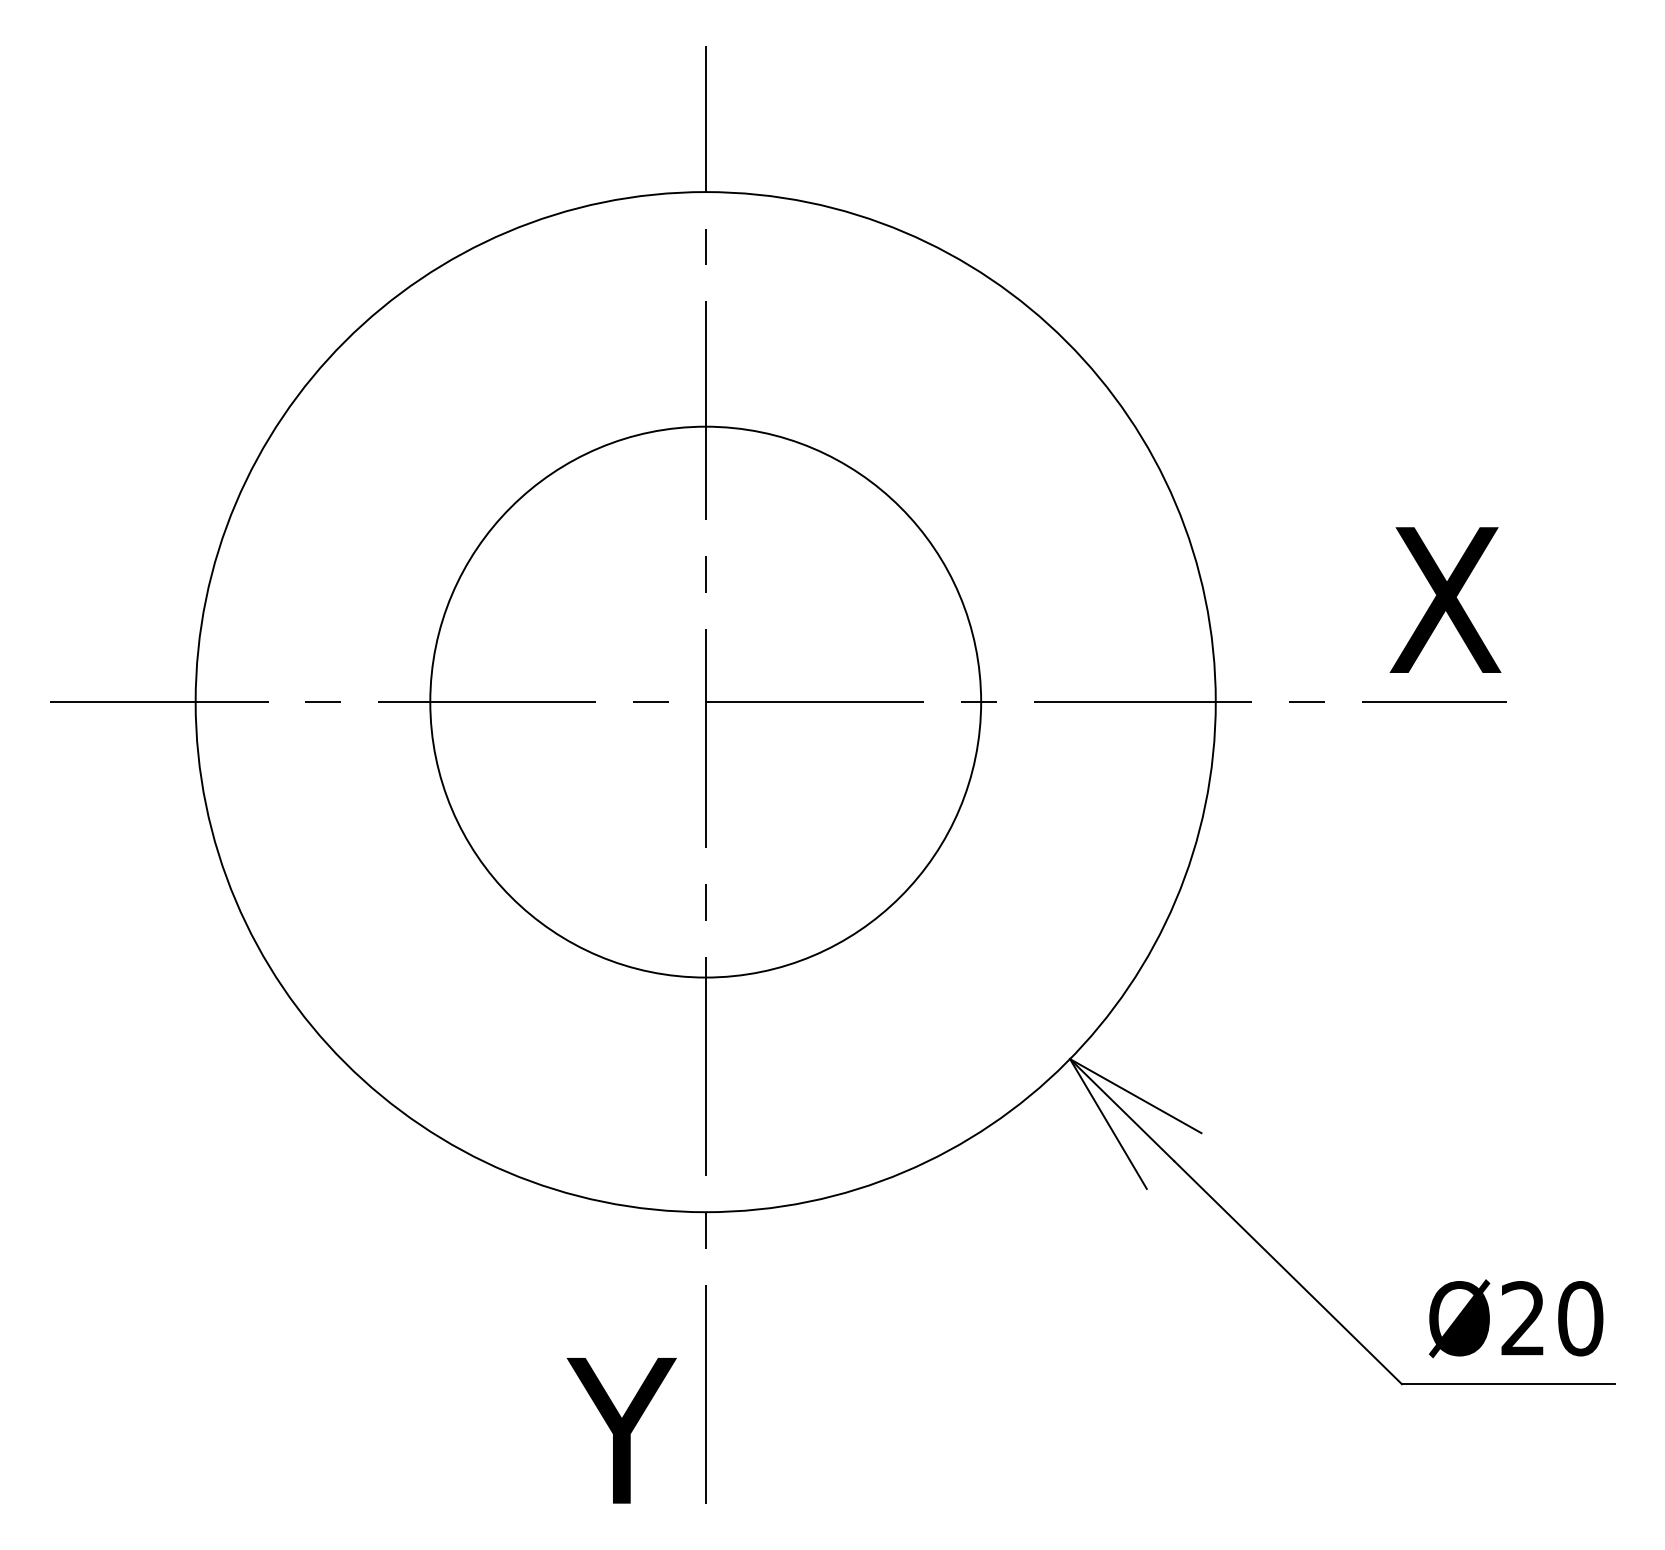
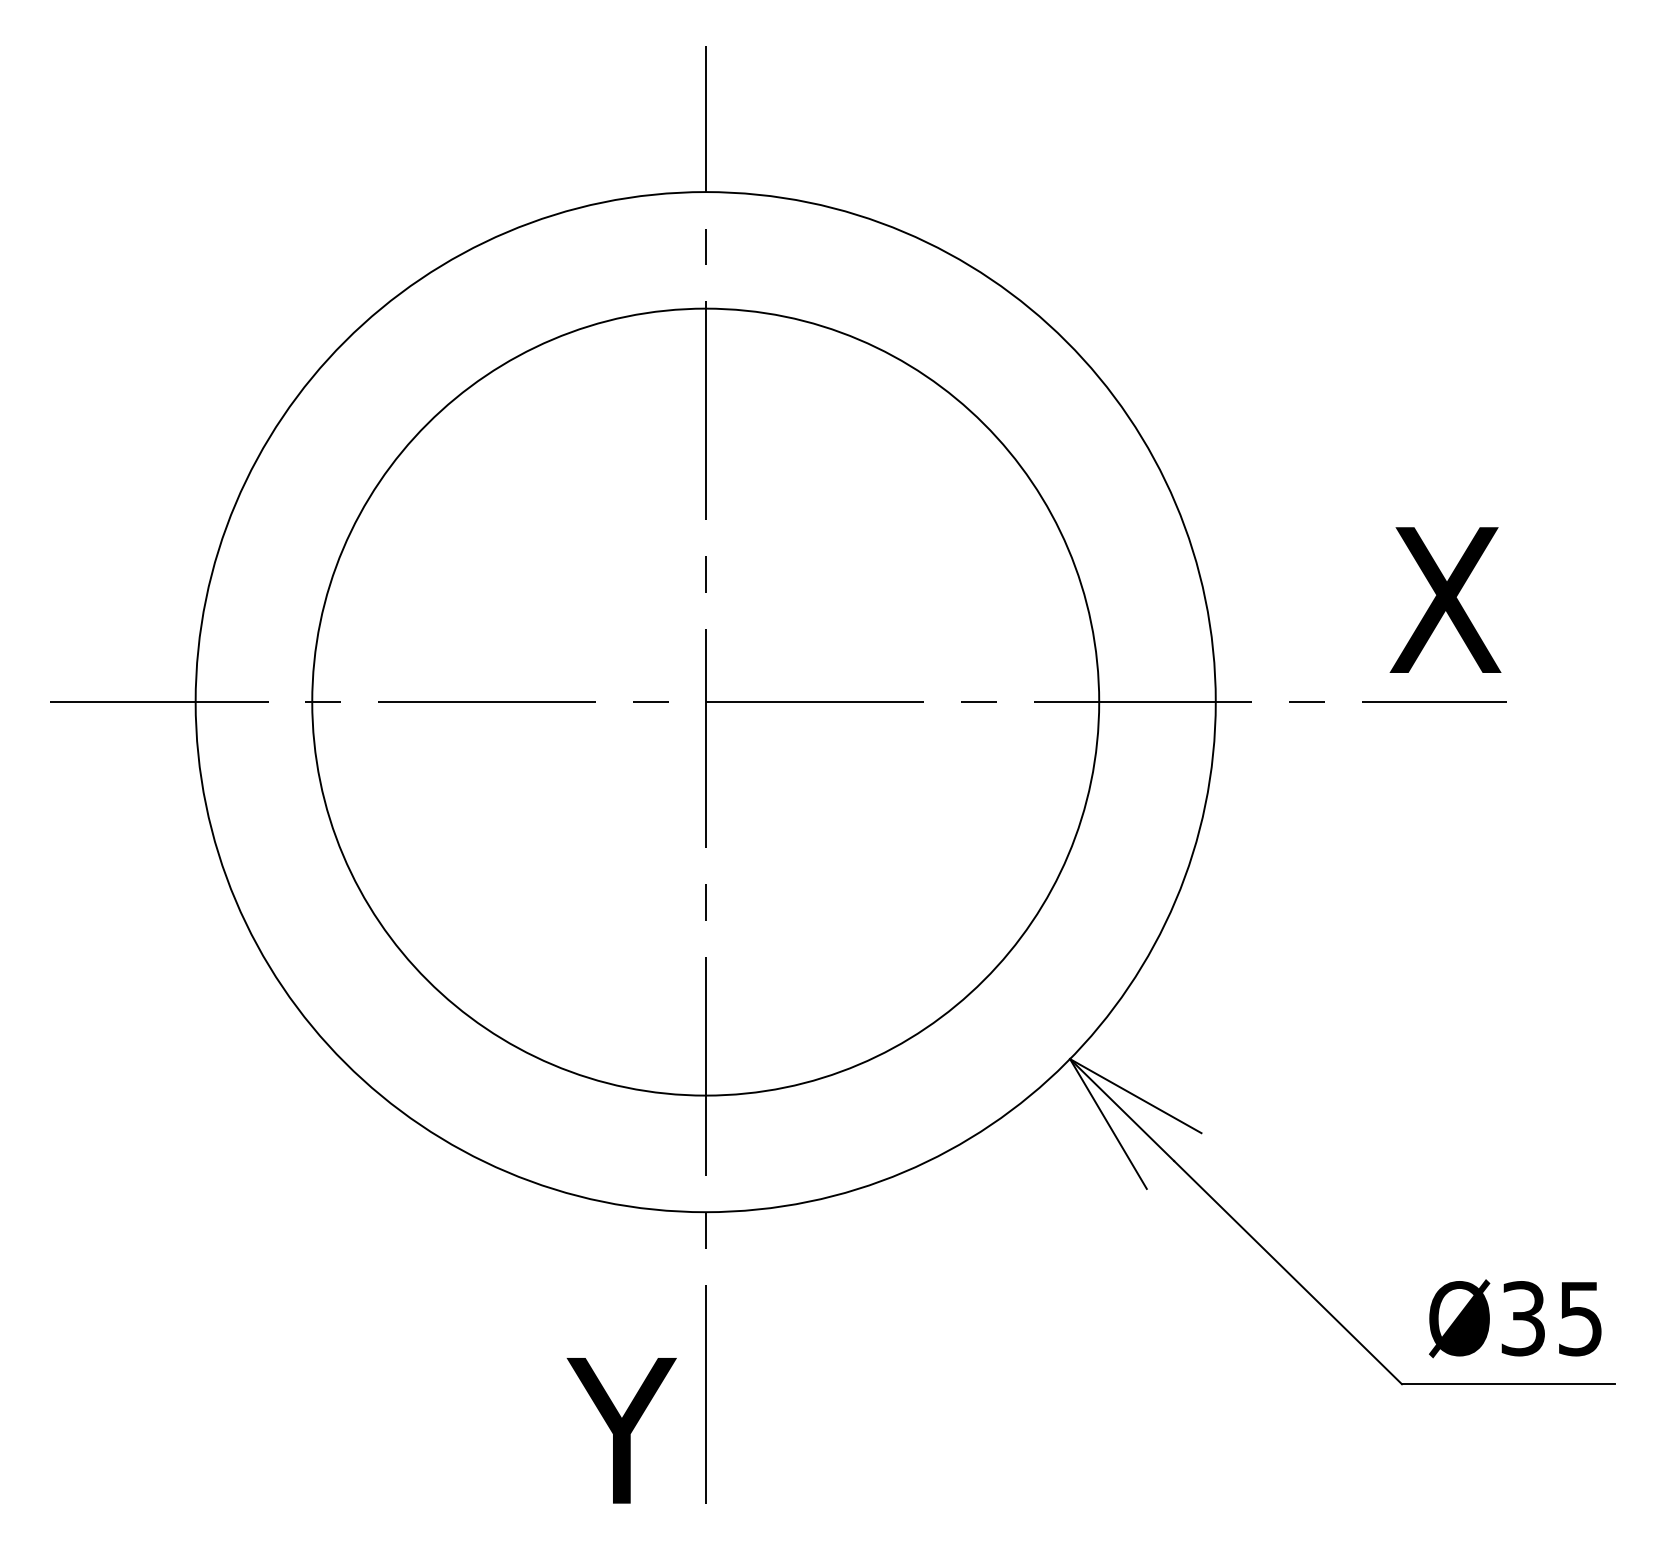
circle at (705, 701) diameter: 551 px -> 787 px
text at (1552, 1318): Ø20 -> Ø35
